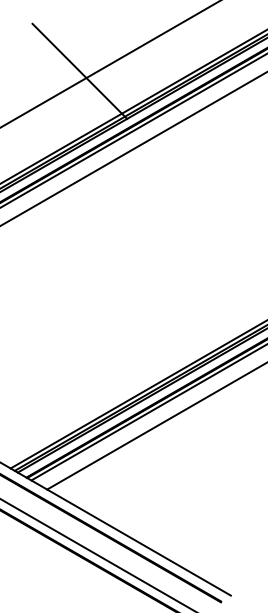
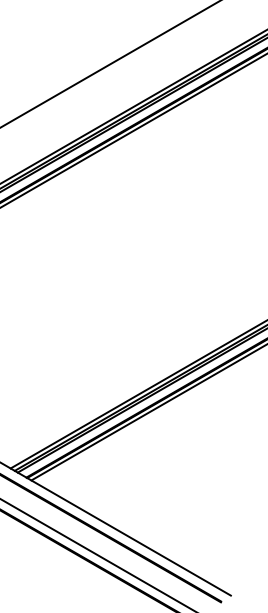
line at (79, 70): present -> none
line at (133, 148): present -> none
line at (155, 426): present -> none
